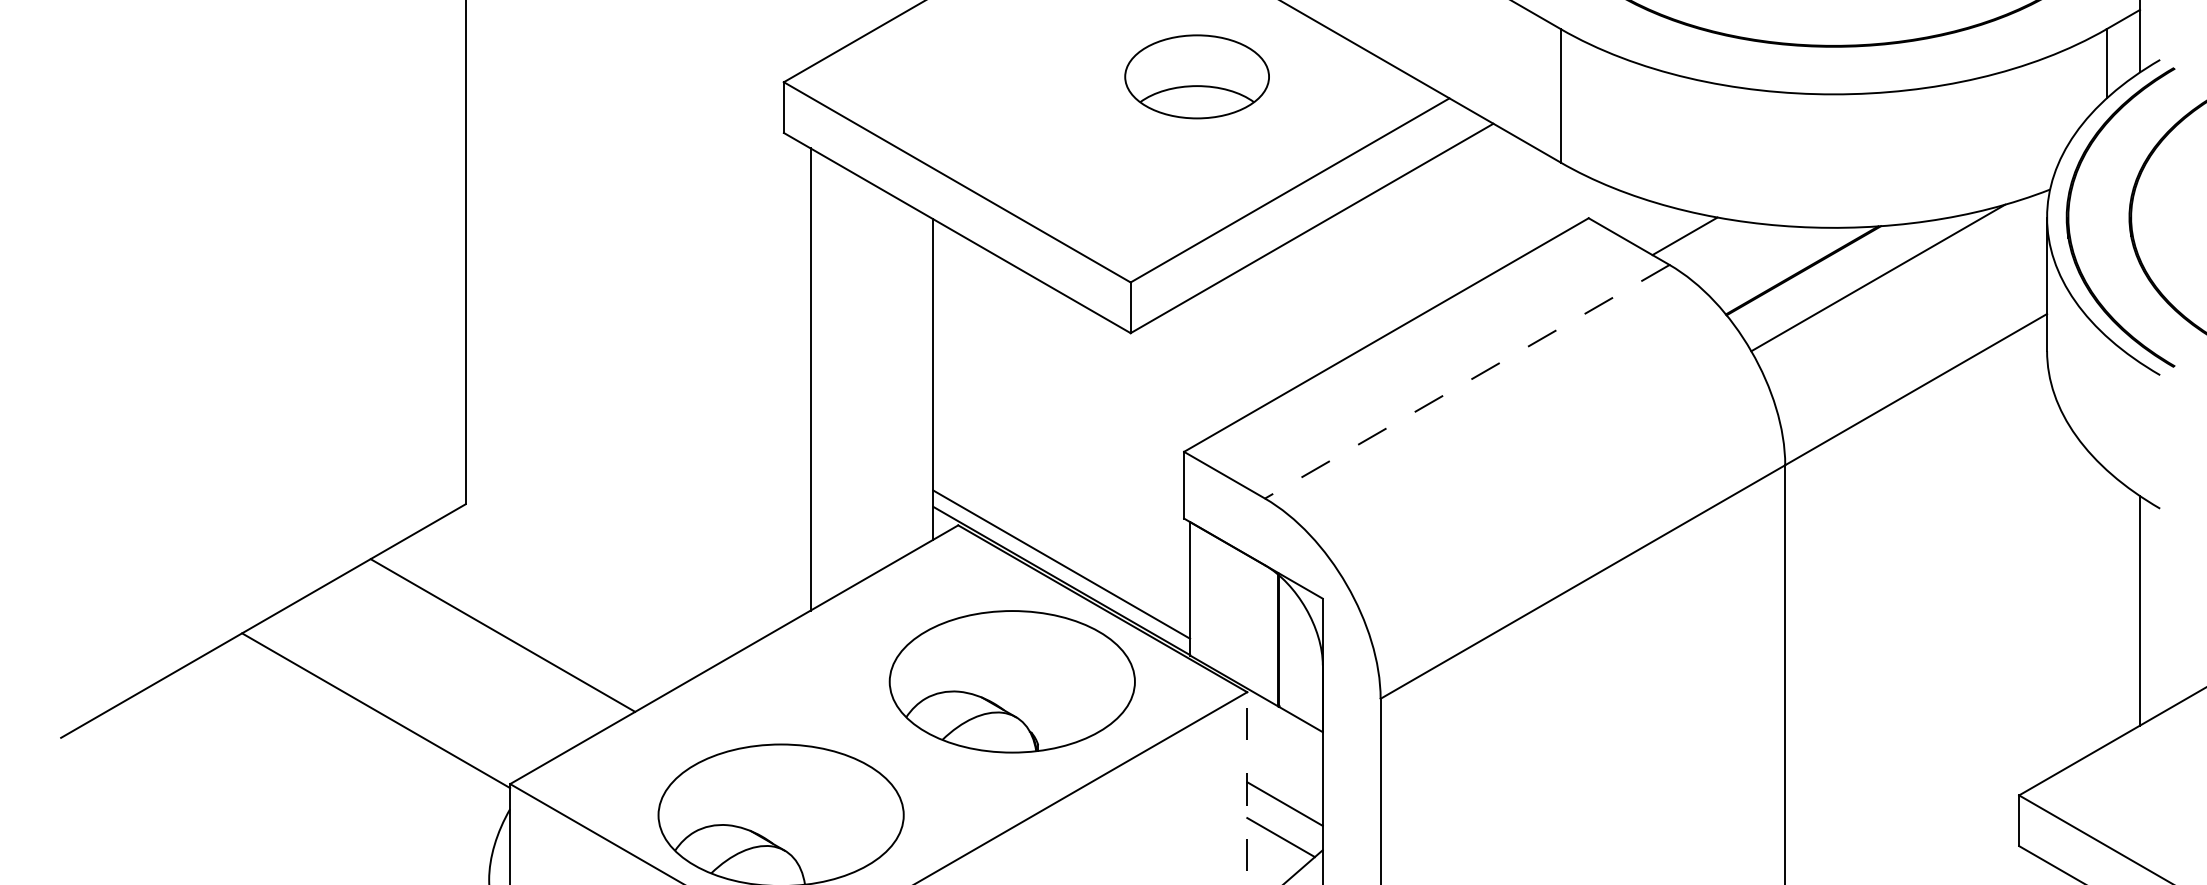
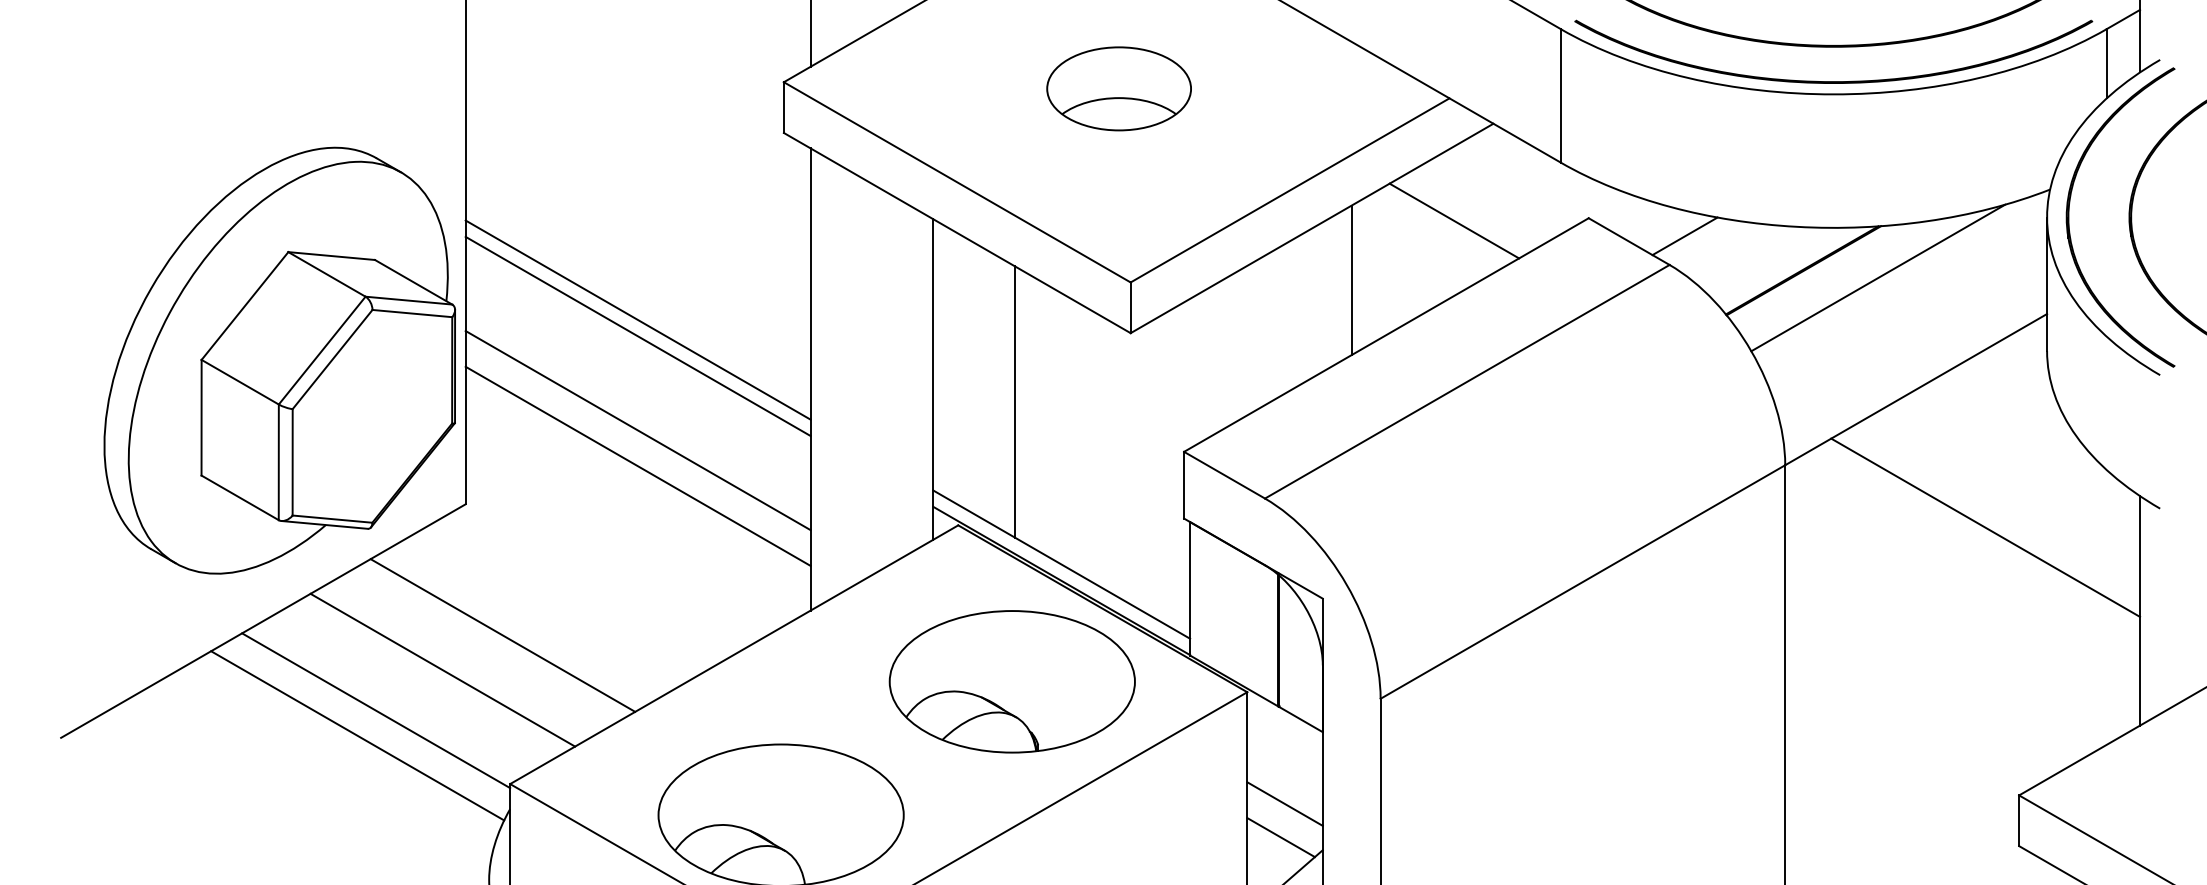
line at (810, 34): none -> present
part at (1196, 76) position: (1196, 76) -> (1118, 88)
part at (1833, 81): none -> present
line at (1454, 220): none -> present
line at (1351, 280): none -> present
line at (637, 319): none -> present
line at (637, 336): none -> present
part at (279, 360): none -> present
line at (1467, 381): dashed -> solid
line at (1014, 401): none -> present
line at (637, 430): none -> present
line at (637, 465): none -> present
line at (1985, 527): none -> present
line at (442, 669): none -> present
line at (357, 735): none -> present
line at (1247, 788): dashed -> solid
